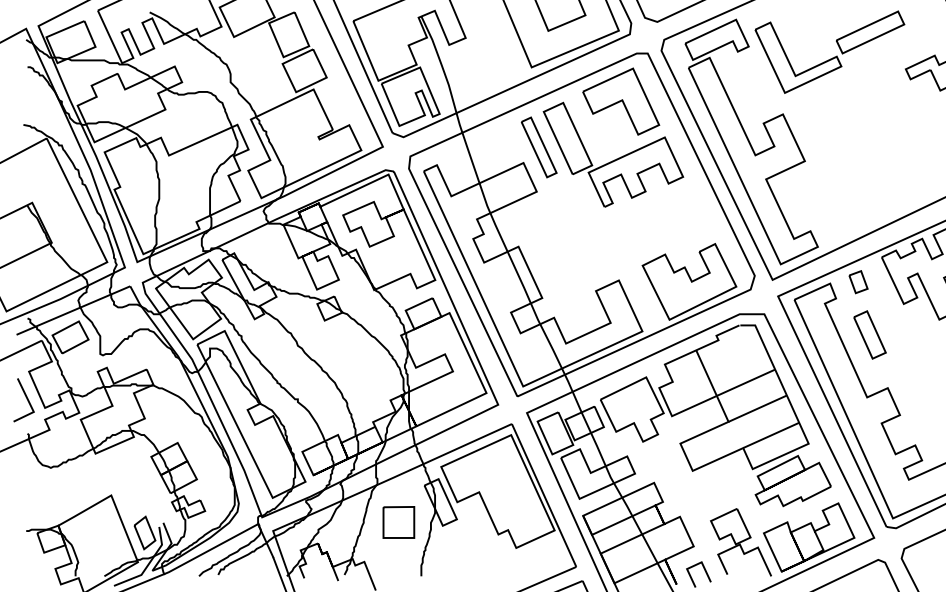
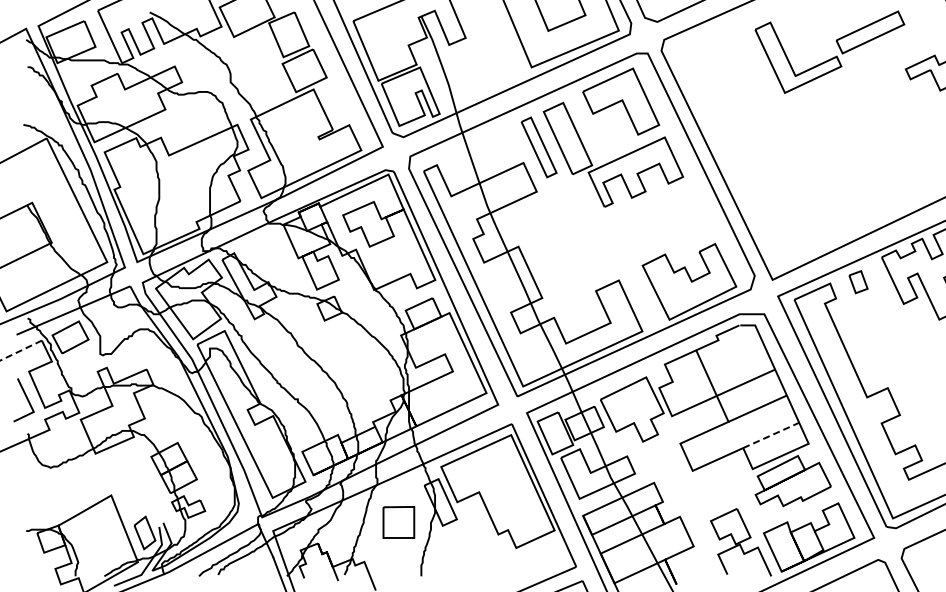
part at (751, 141): present -> none
part at (869, 334): present -> none
line at (21, 350): solid -> dashed
line at (771, 435): solid -> dashed
line at (705, 573): present -> none
